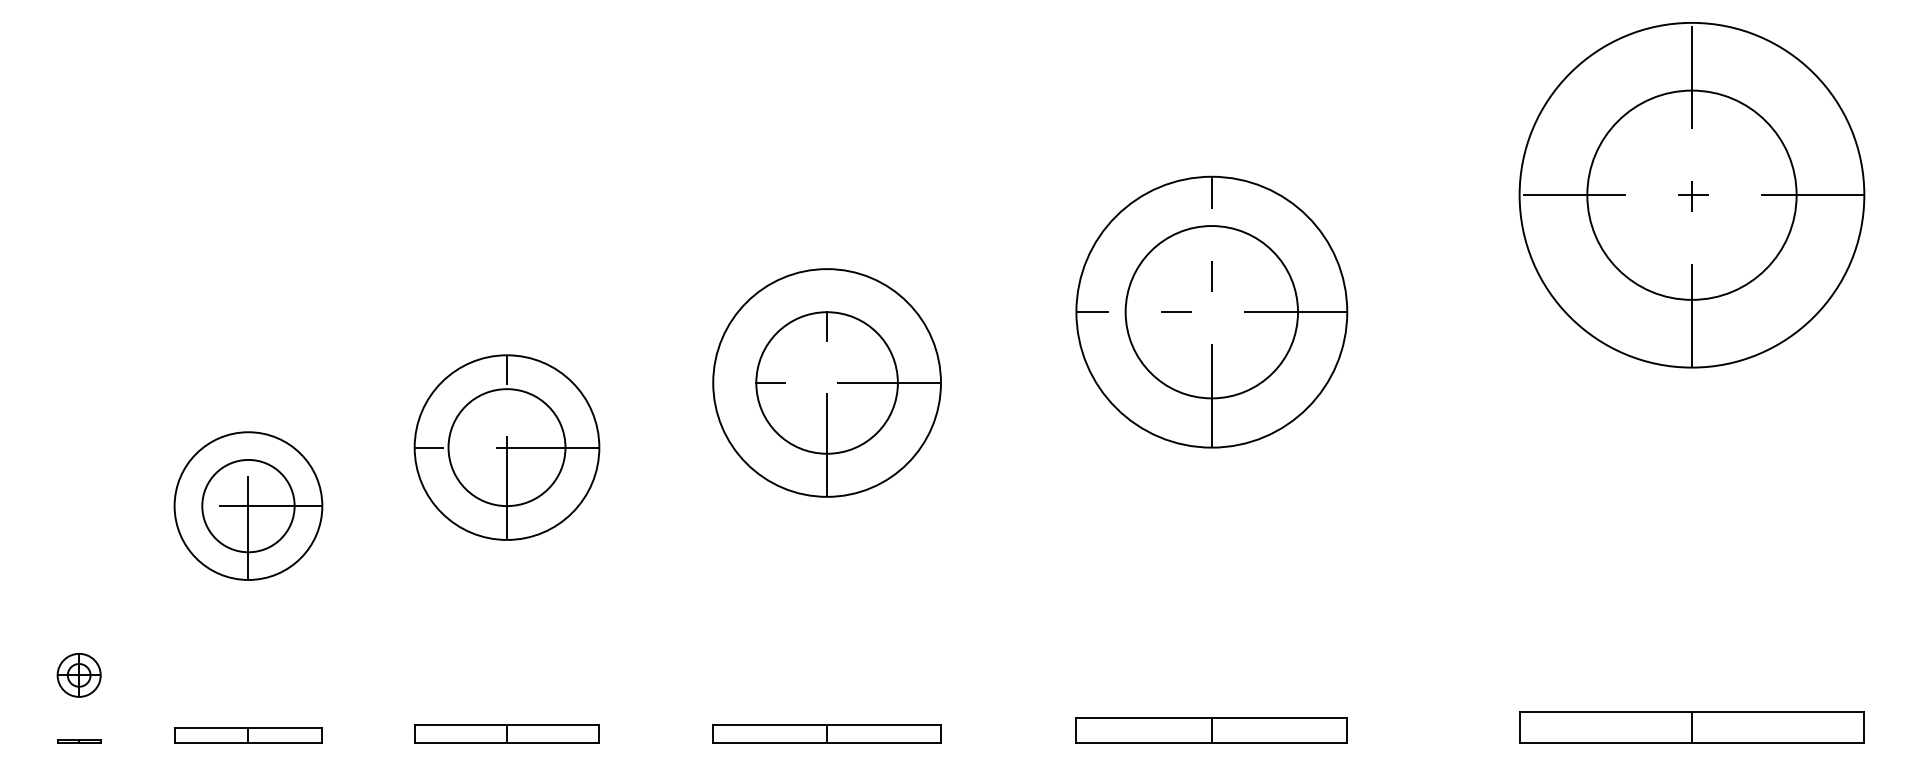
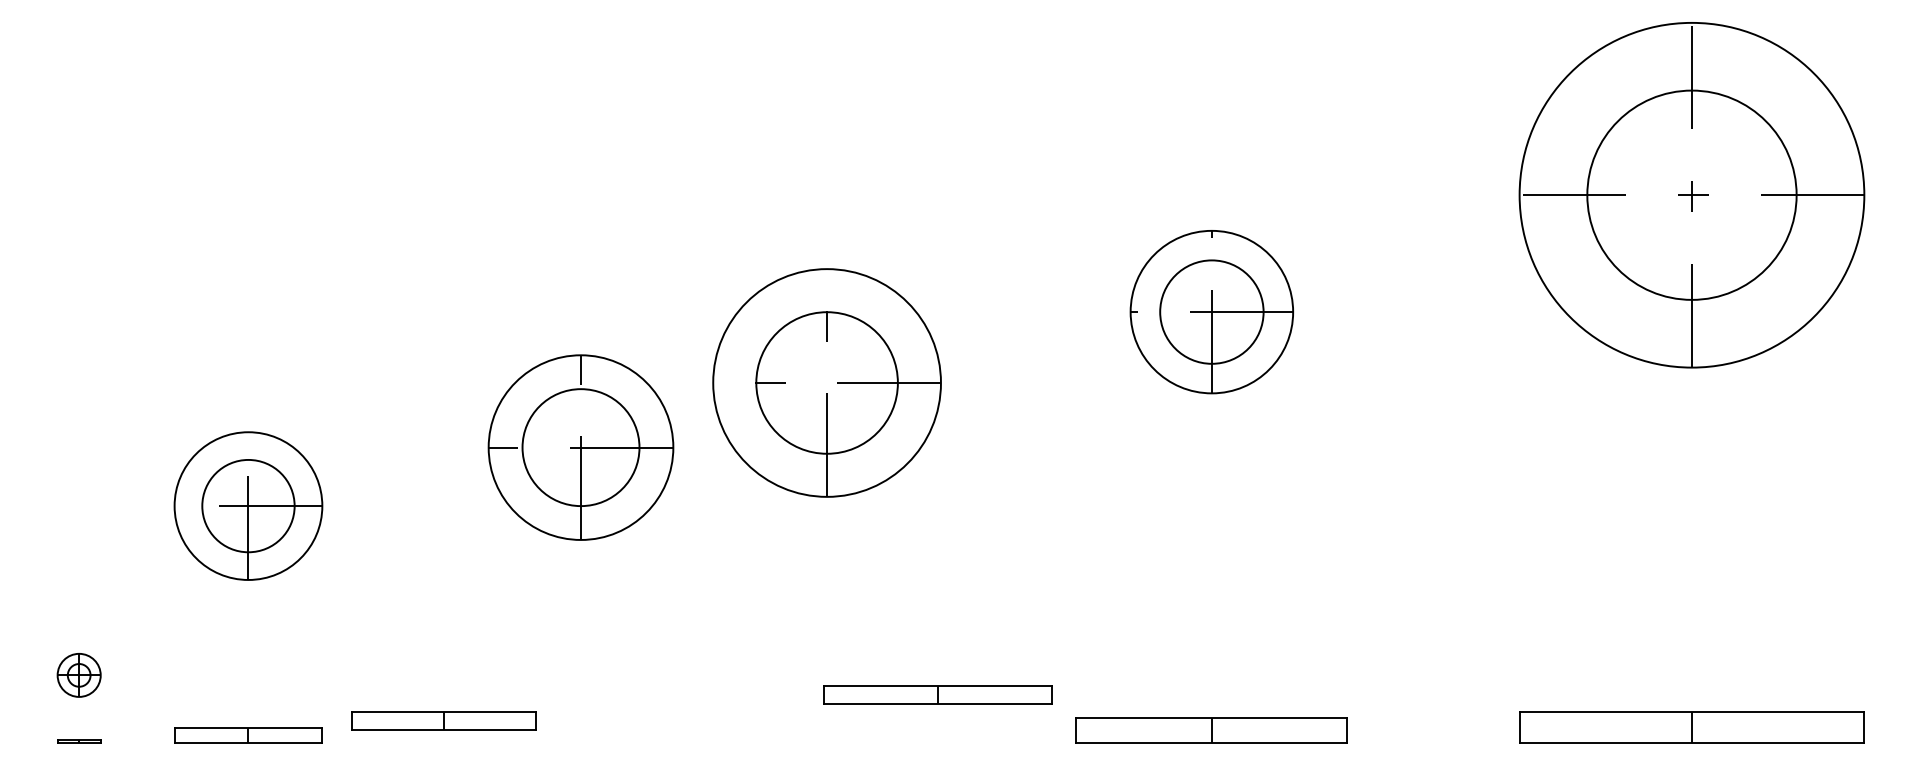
part at (1211, 311) size: 274x274 px -> 165x165 px
part at (506, 447) position: (506, 447) -> (580, 447)
part at (506, 733) position: (506, 733) -> (443, 720)
part at (826, 733) position: (826, 733) -> (937, 694)
